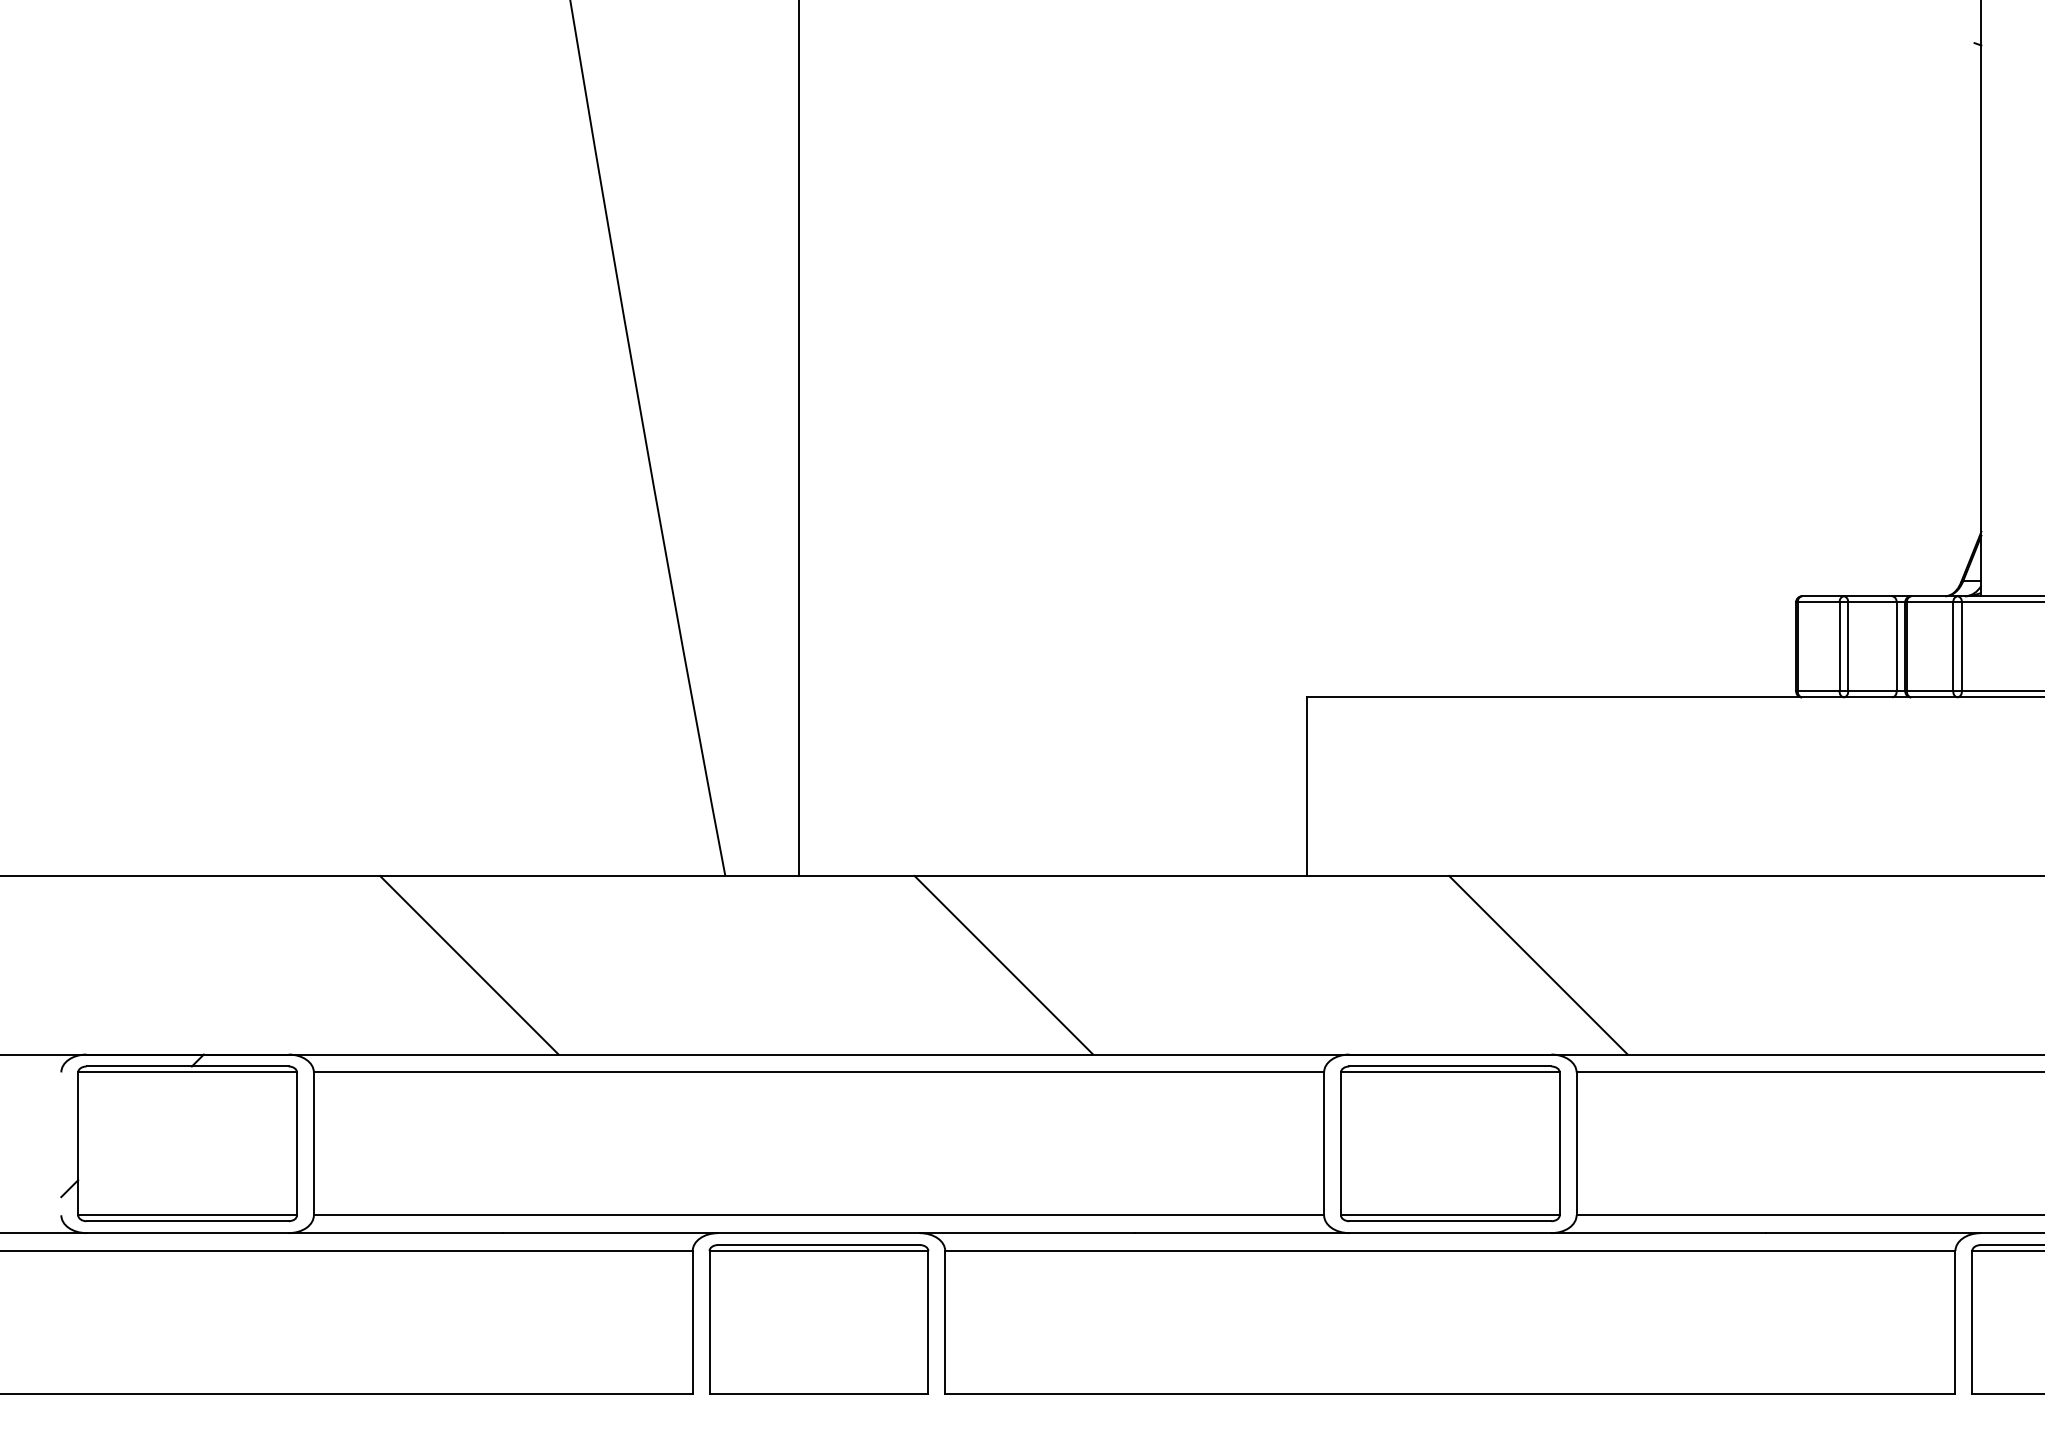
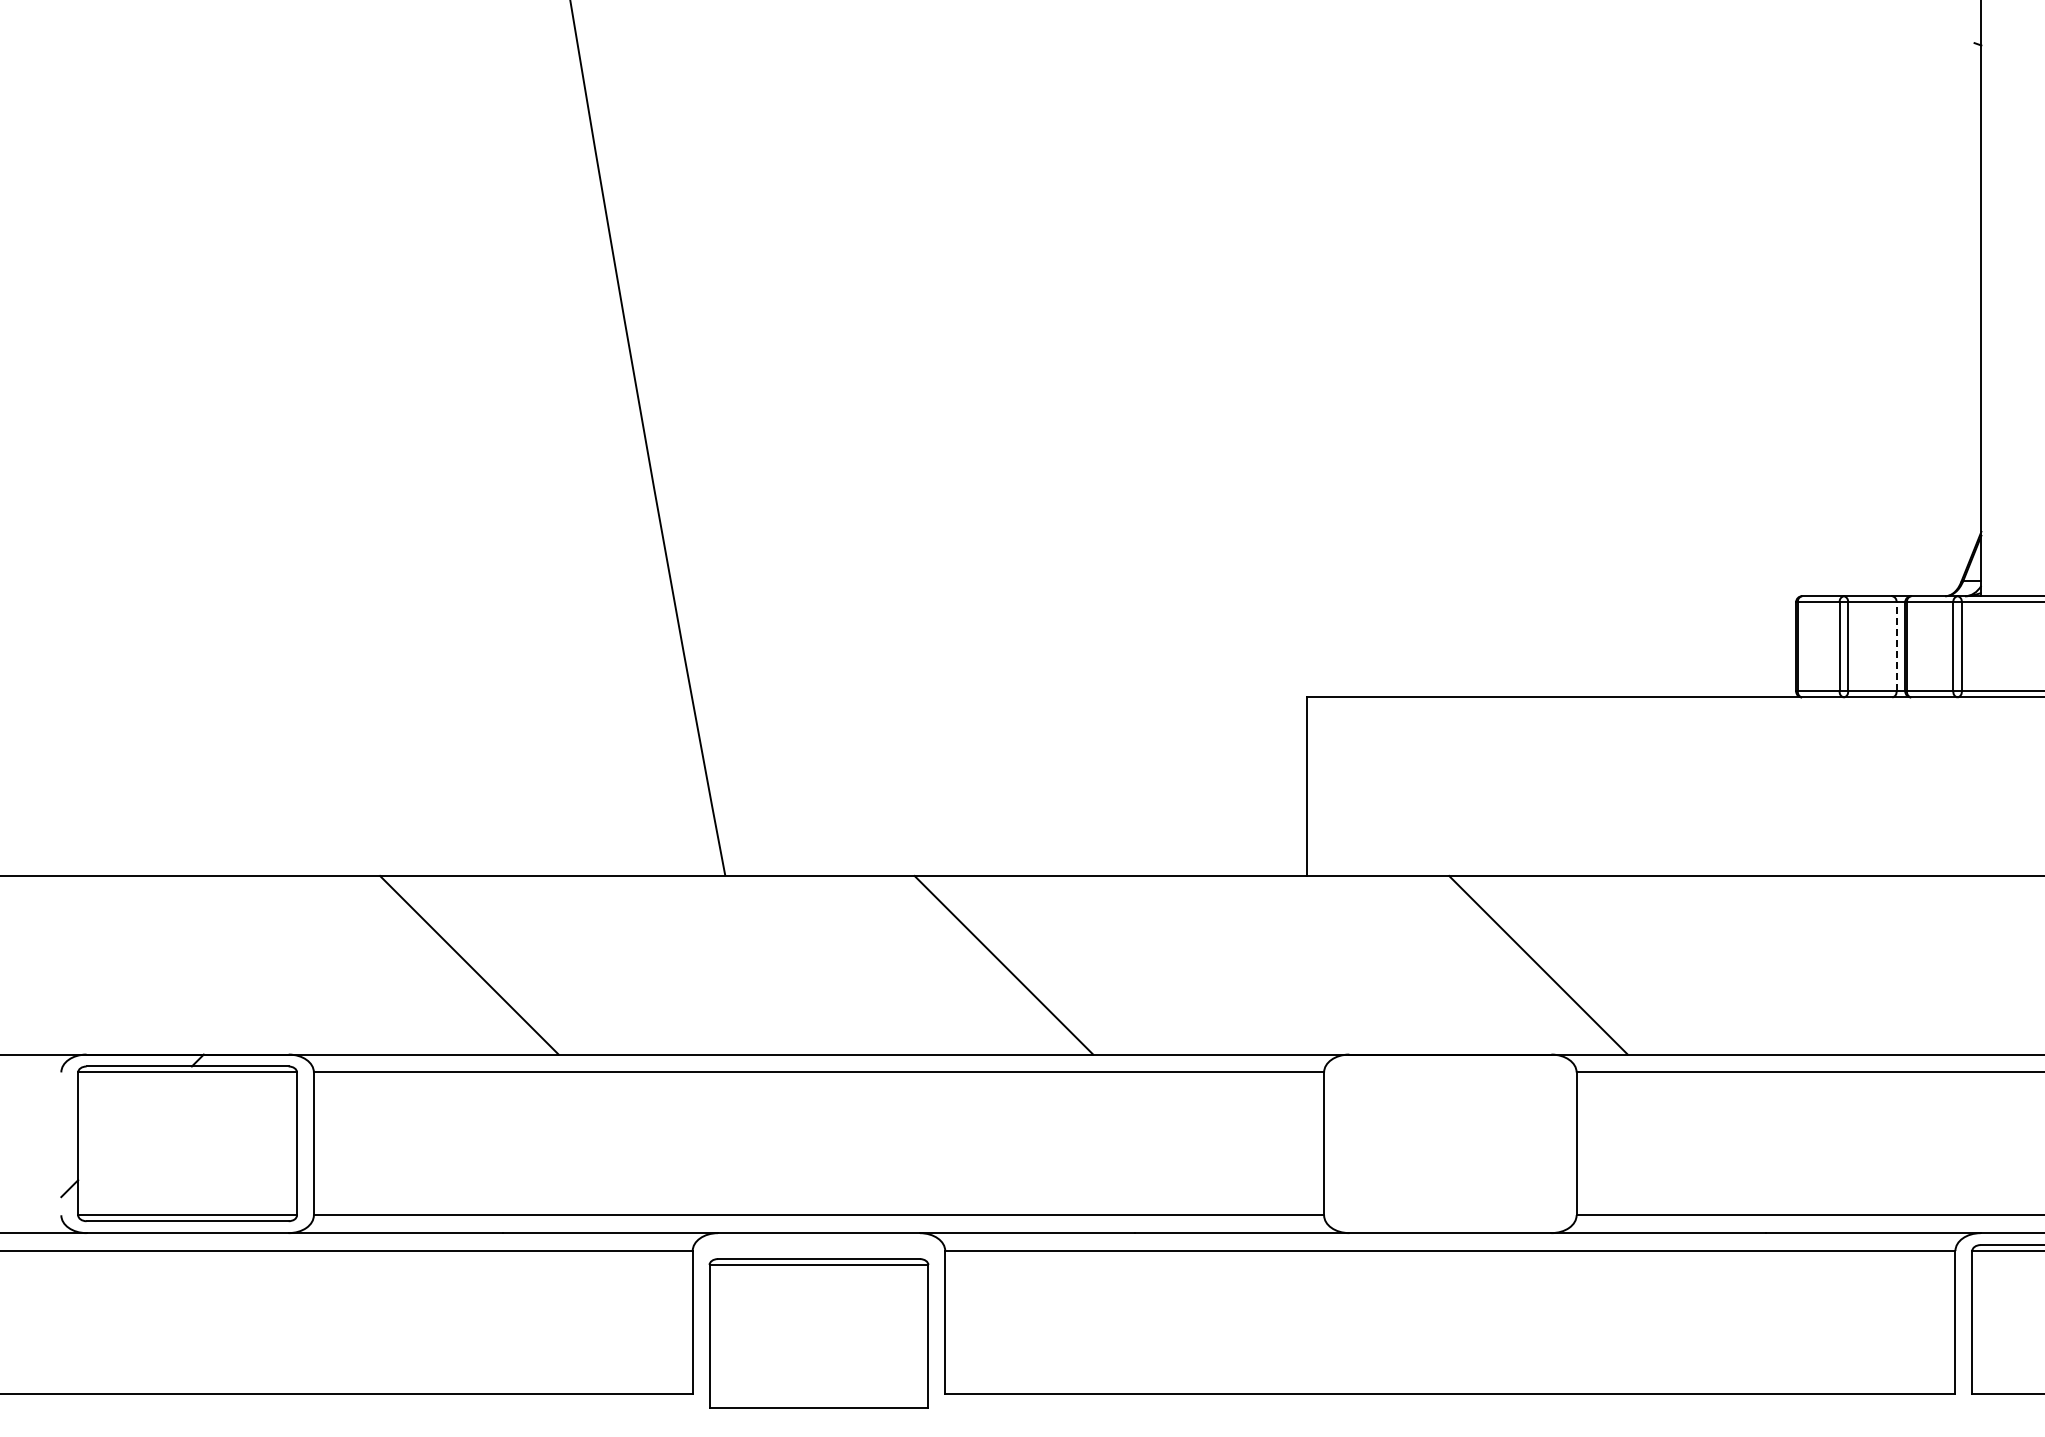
line at (799, 438): present -> none
line at (1896, 646): solid -> dashed
part at (1450, 1143): present -> none
part at (818, 1319) position: (818, 1319) -> (818, 1333)
